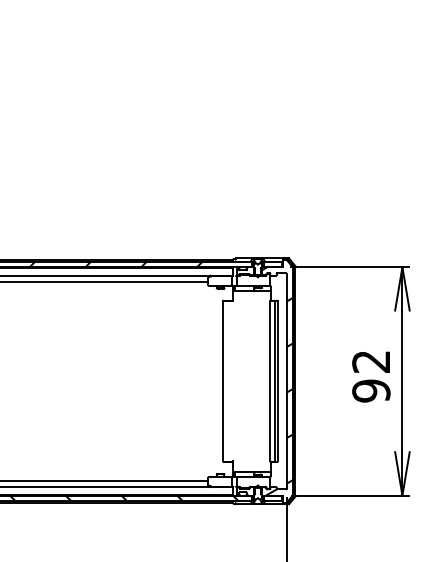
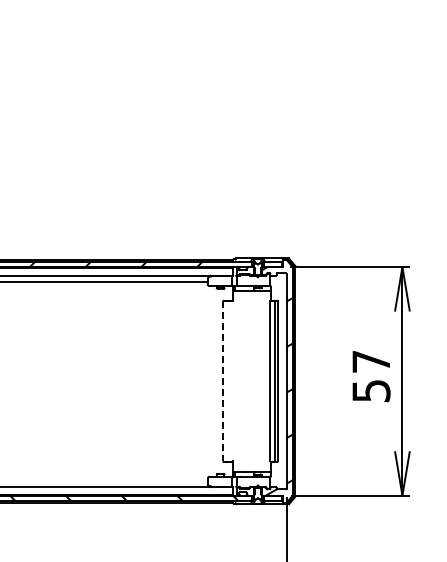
text at (371, 376): 92 -> 57
line at (223, 381): solid -> dashed
line at (105, 480): present -> none
